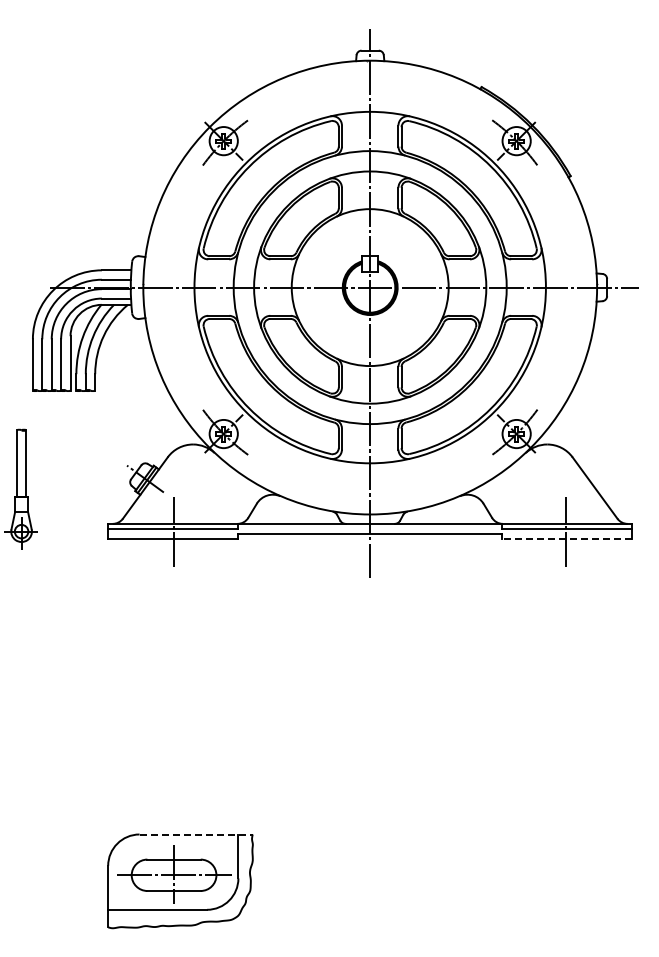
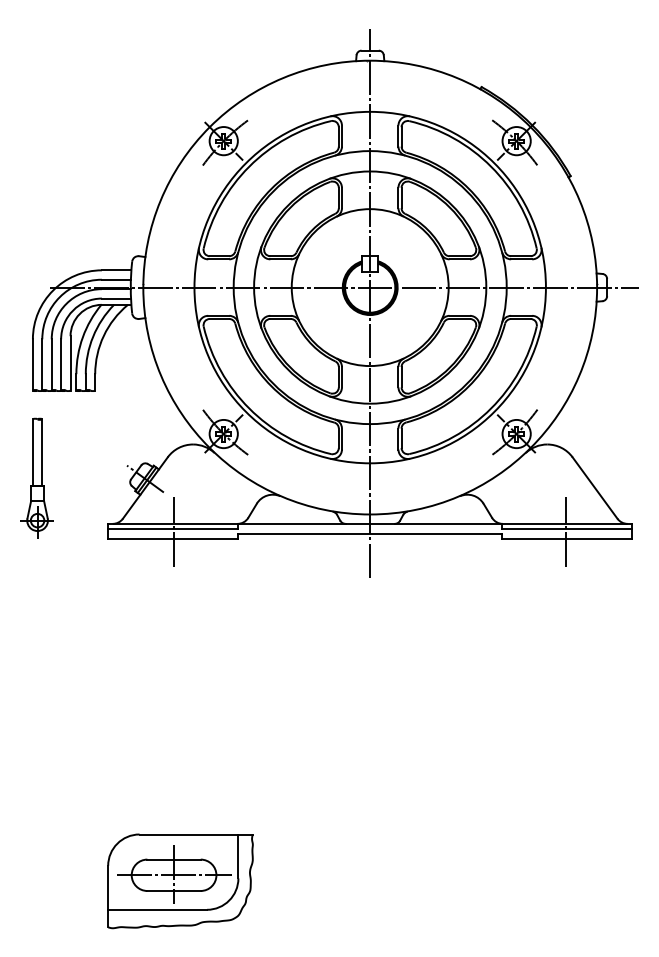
part at (20, 488) position: (20, 488) -> (36, 477)
line at (566, 538): dashed -> solid
line at (196, 834): dashed -> solid
